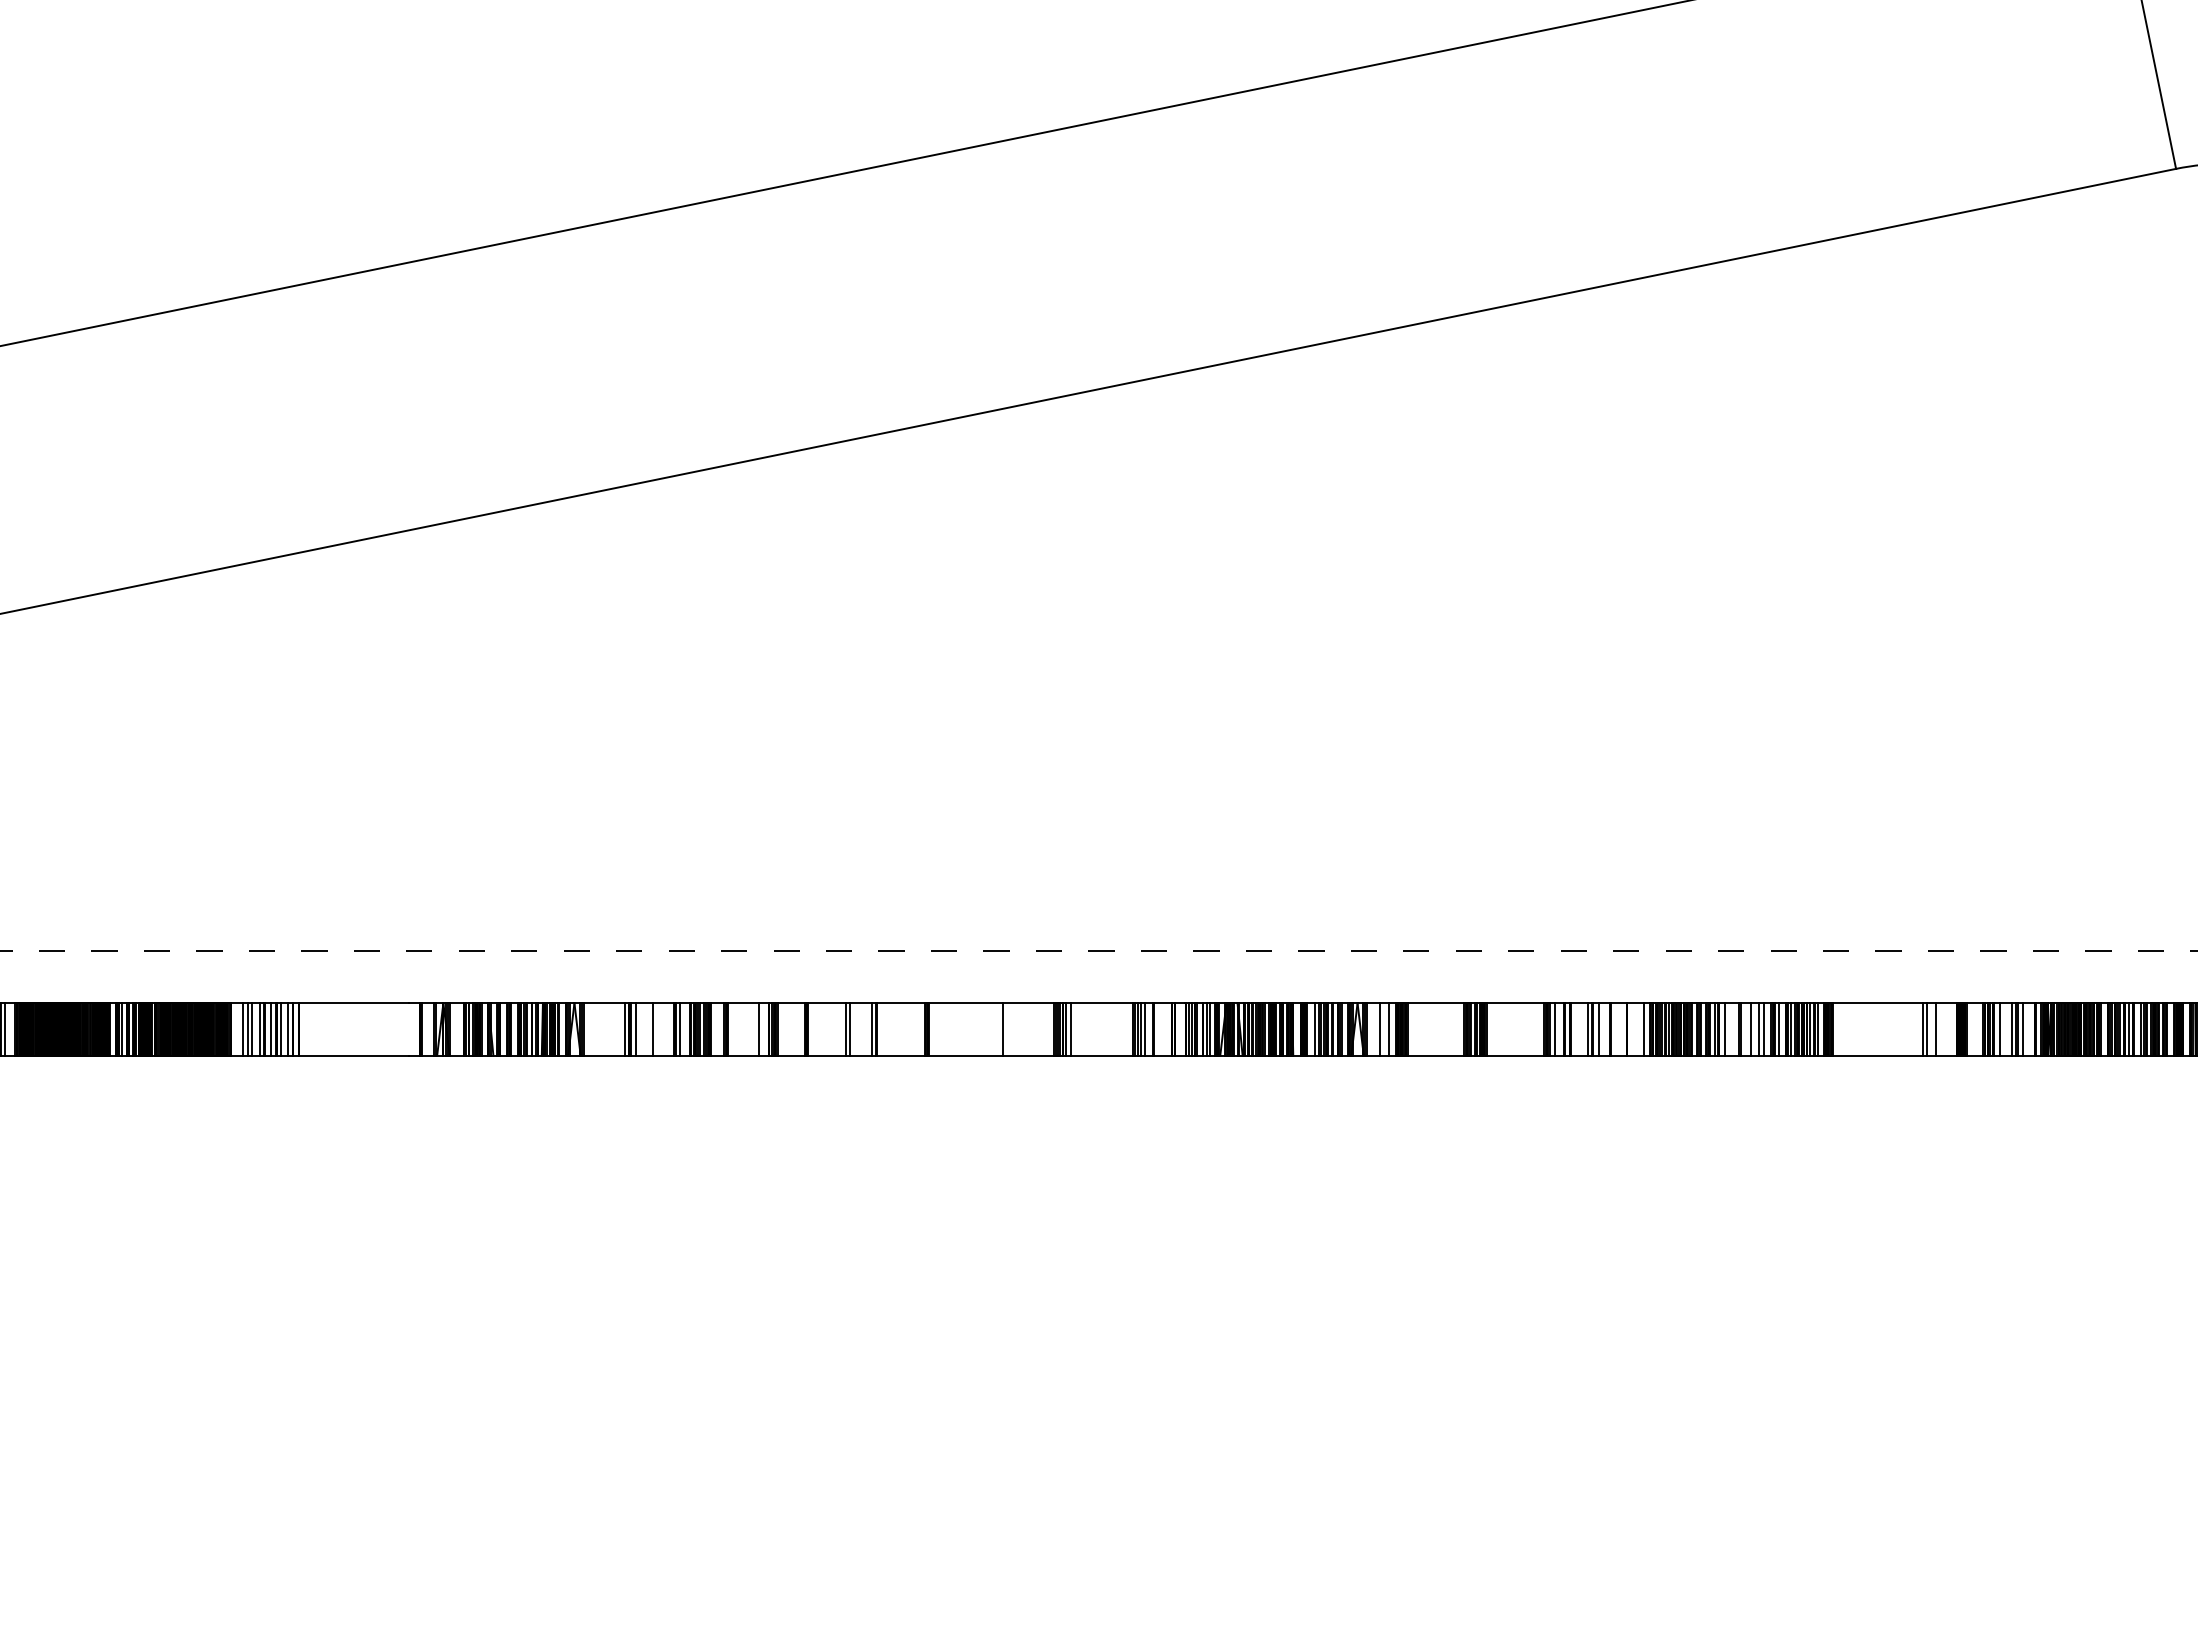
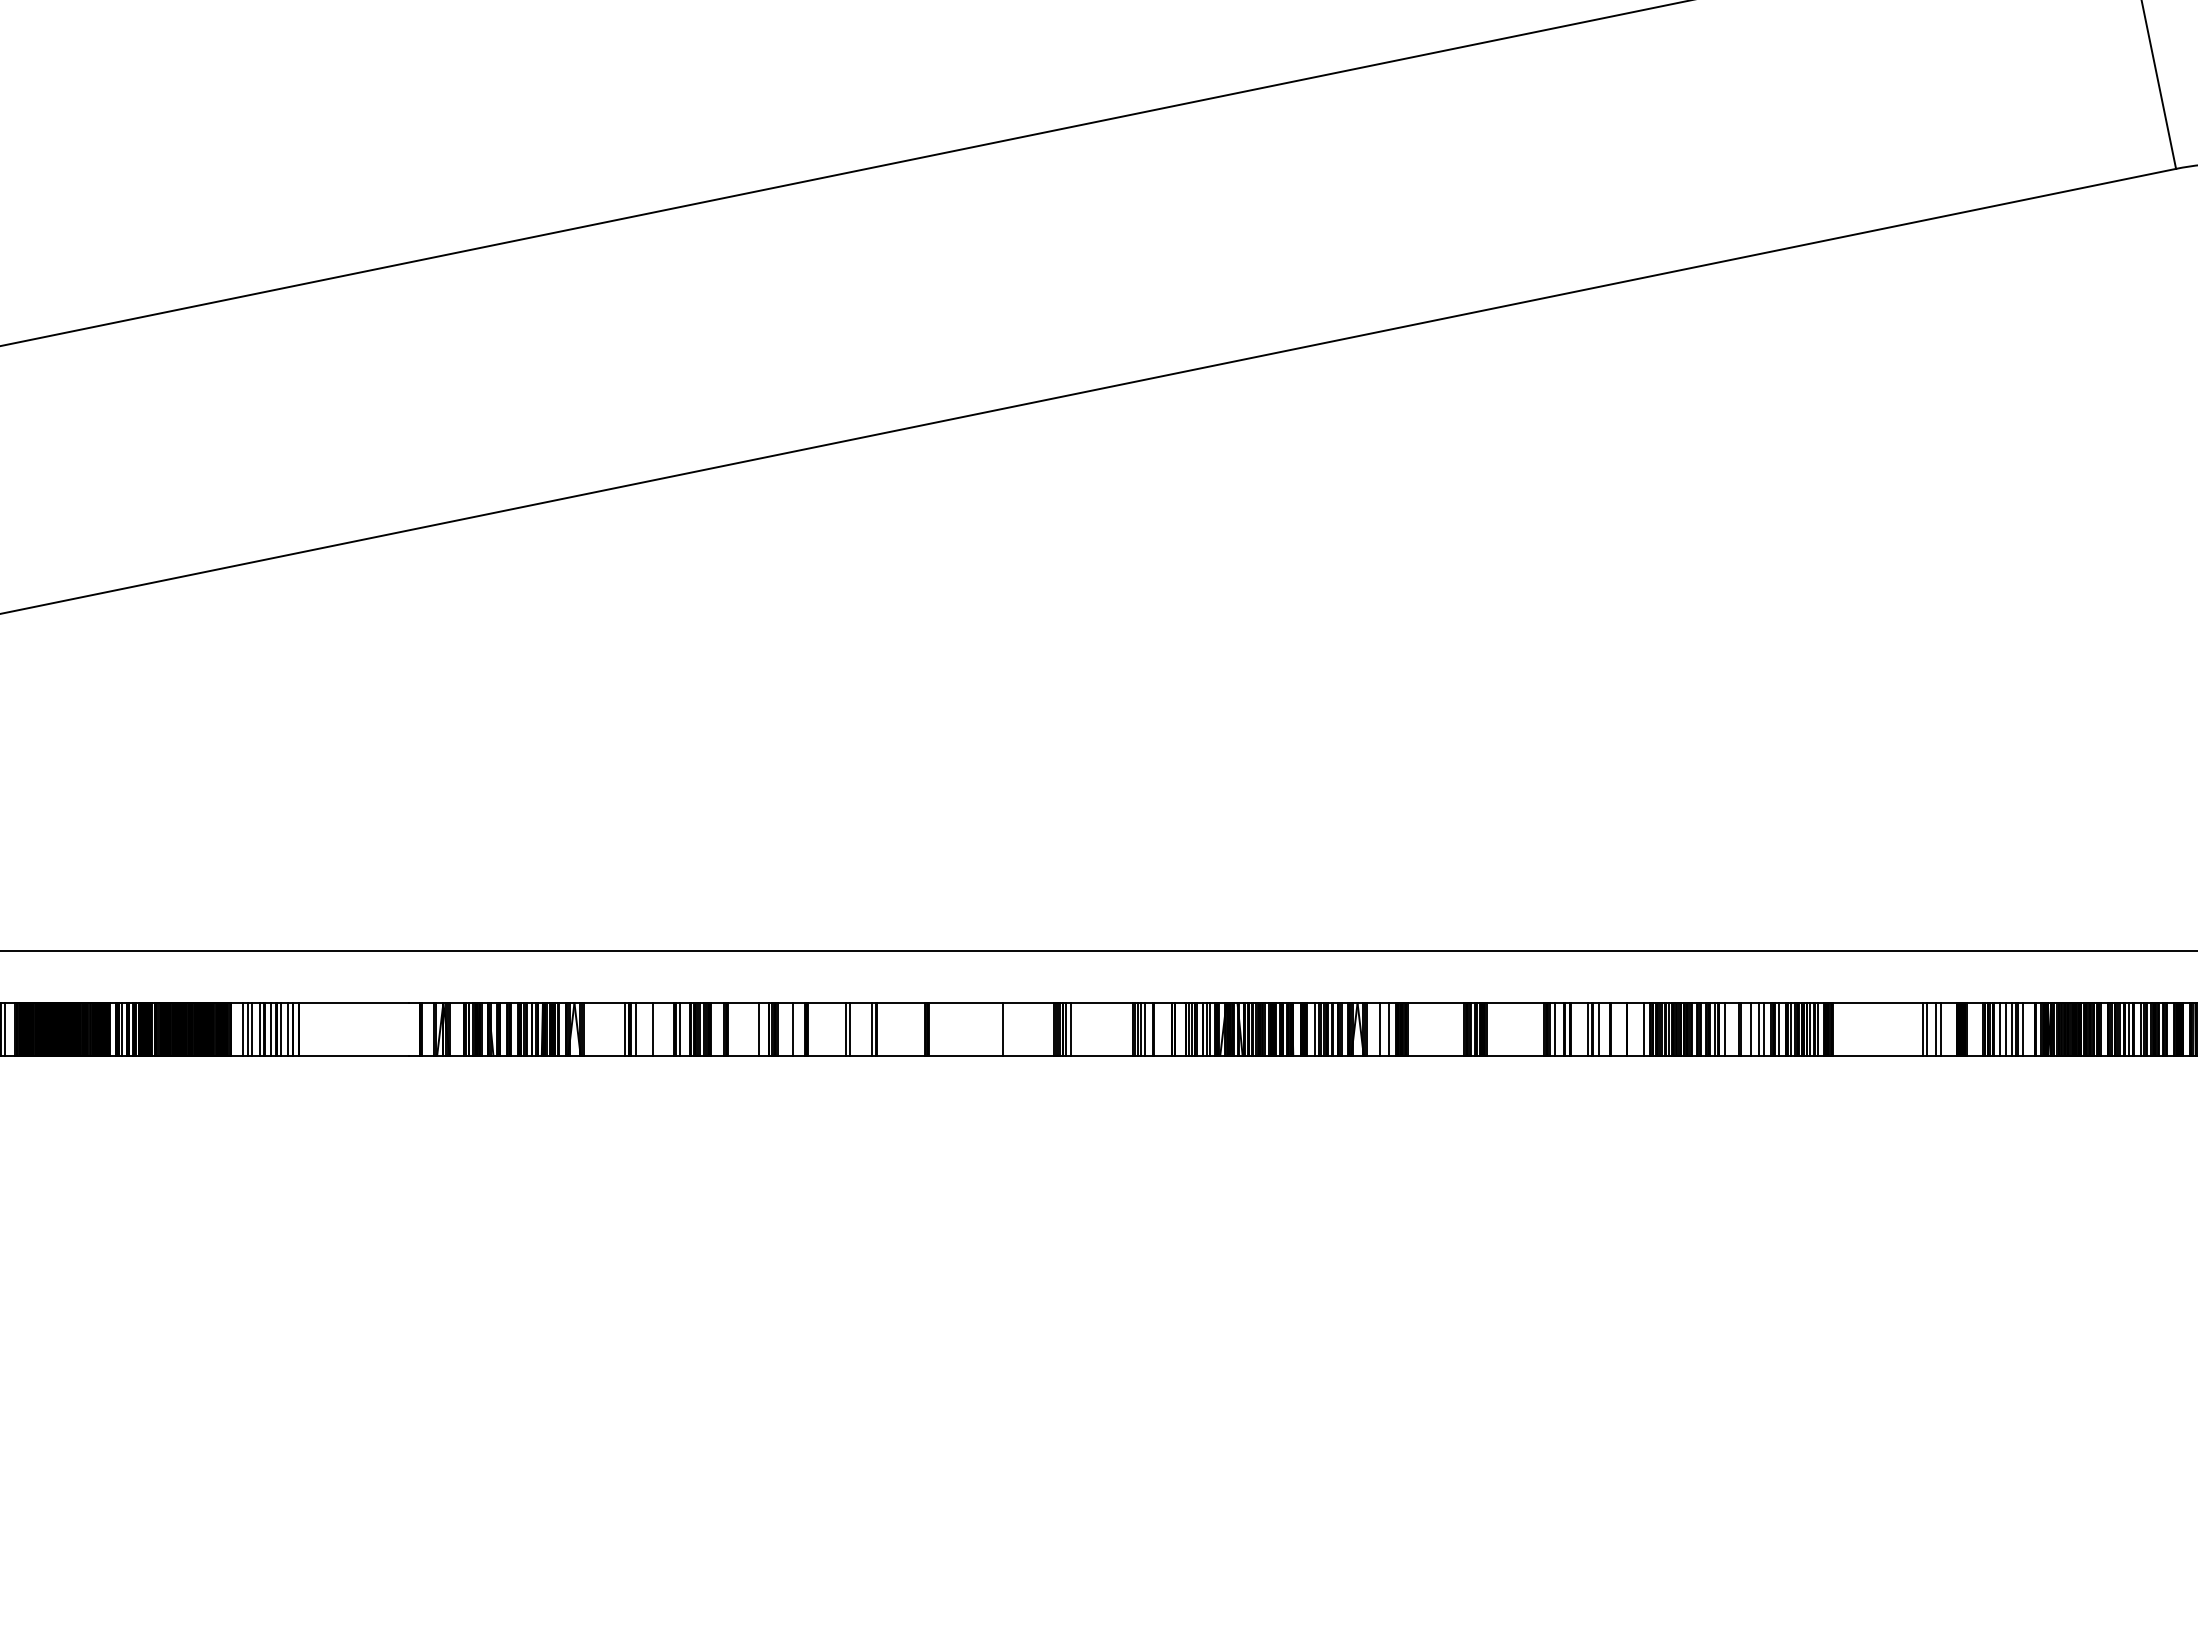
line at (1099, 950): dashed -> solid
line at (793, 1029): none -> present
line at (1940, 1029): none -> present
line at (2005, 1029): none -> present
